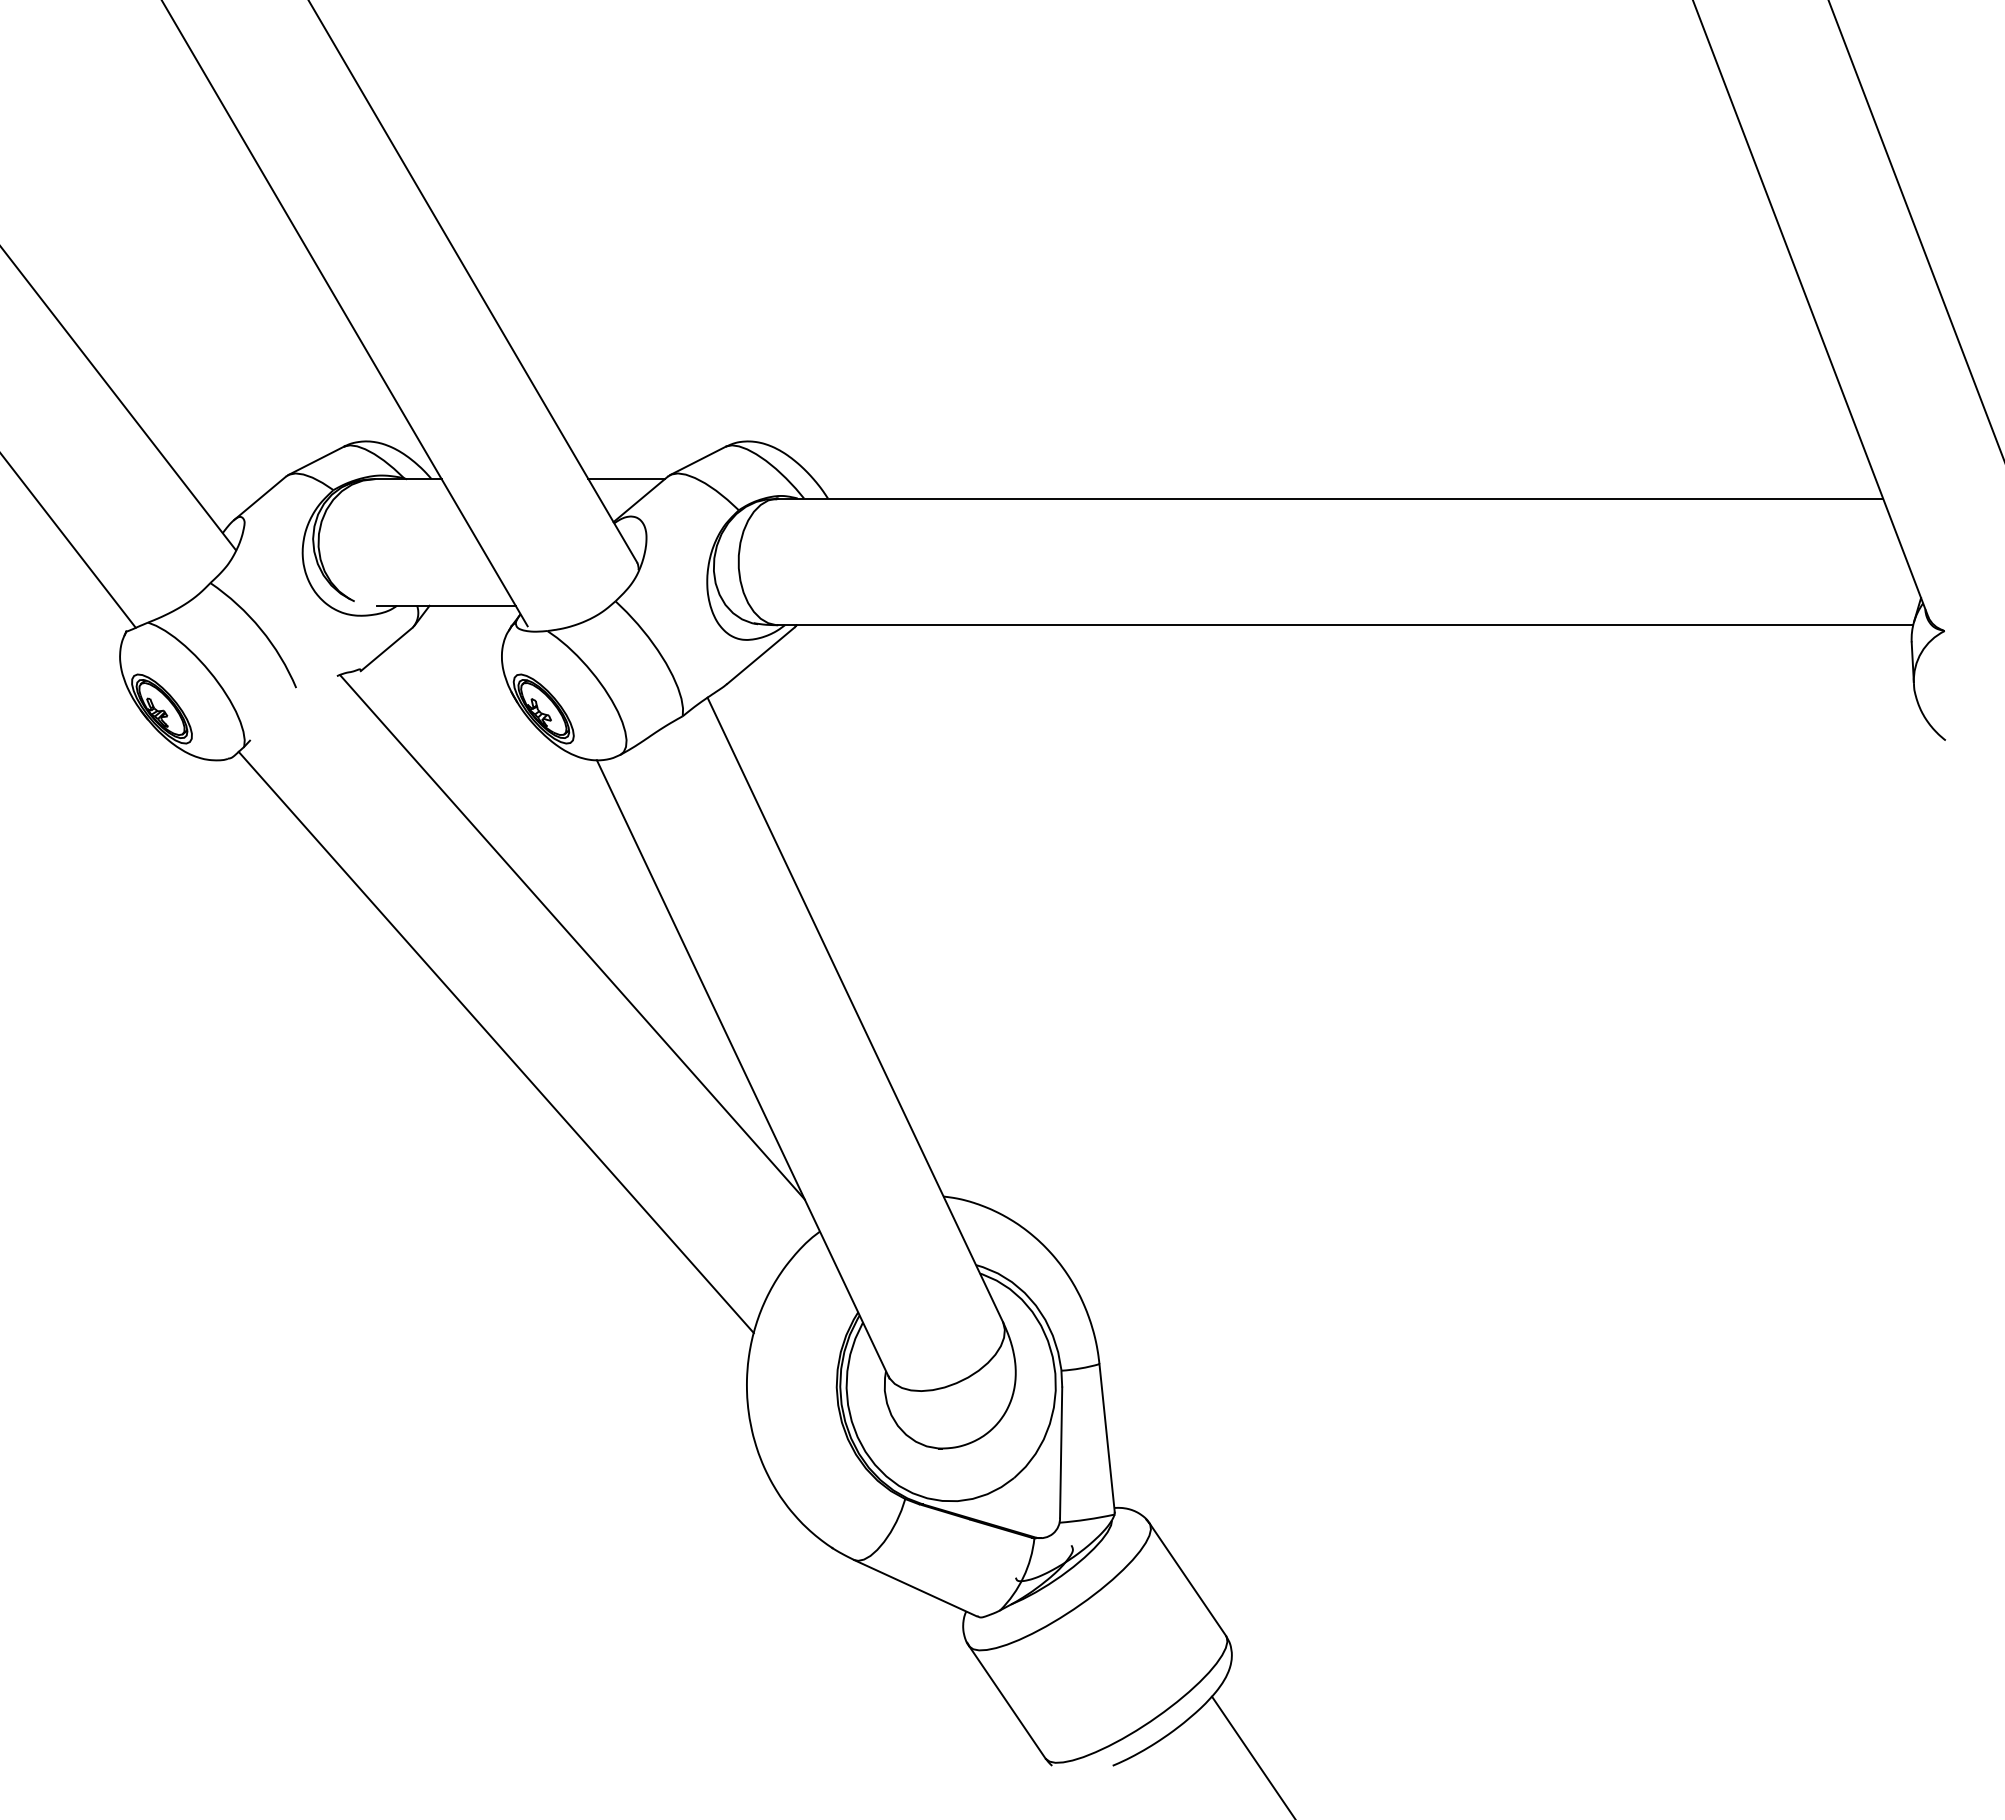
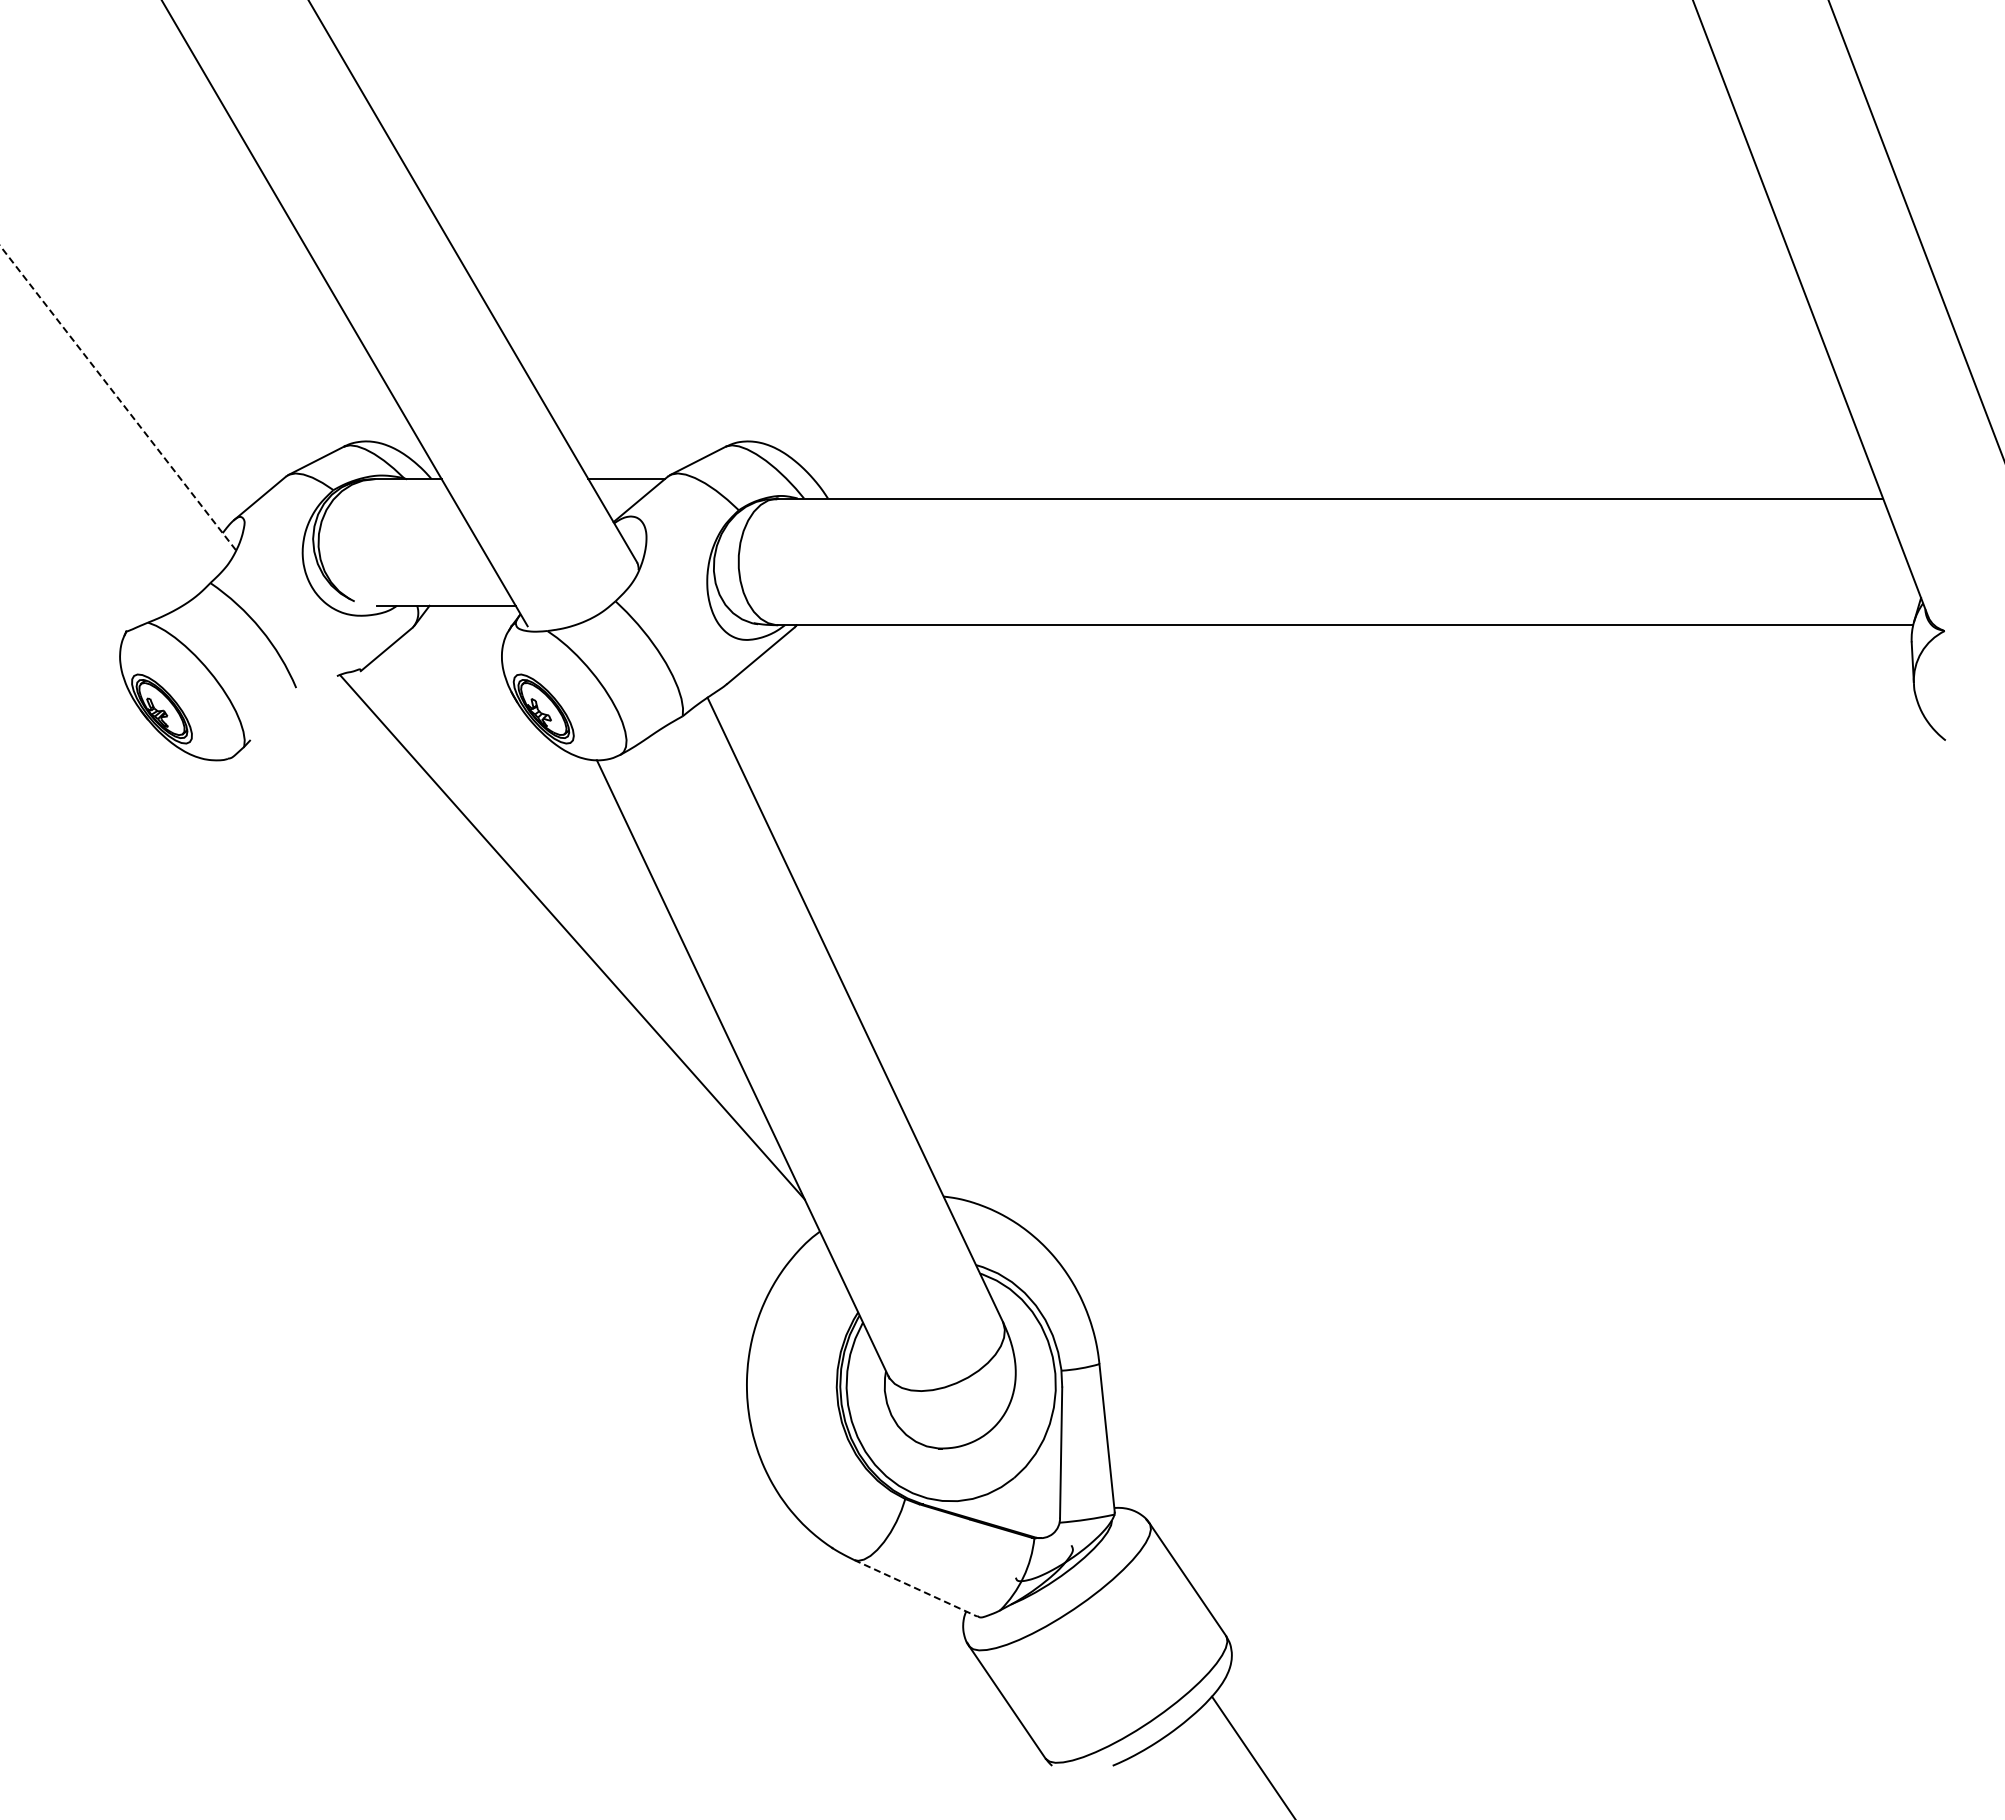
line at (117, 397): solid -> dashed
line at (68, 541): present -> none
line at (495, 1042): present -> none
line at (915, 1588): solid -> dashed
